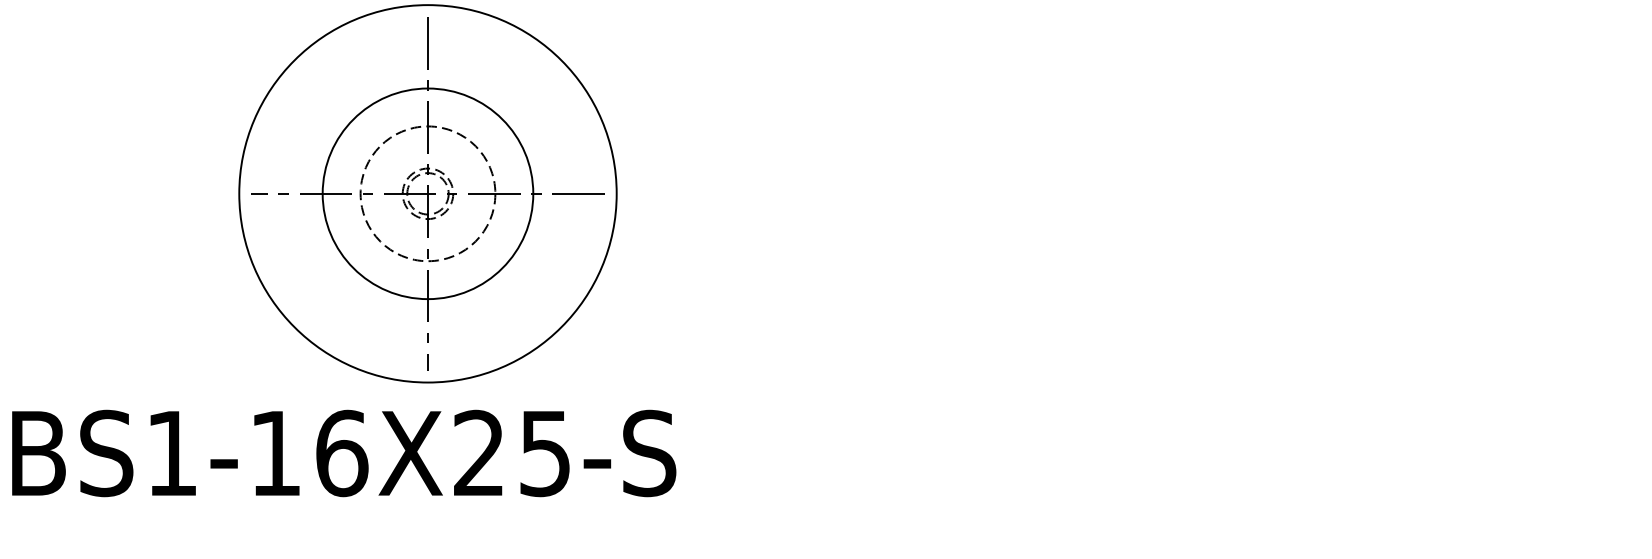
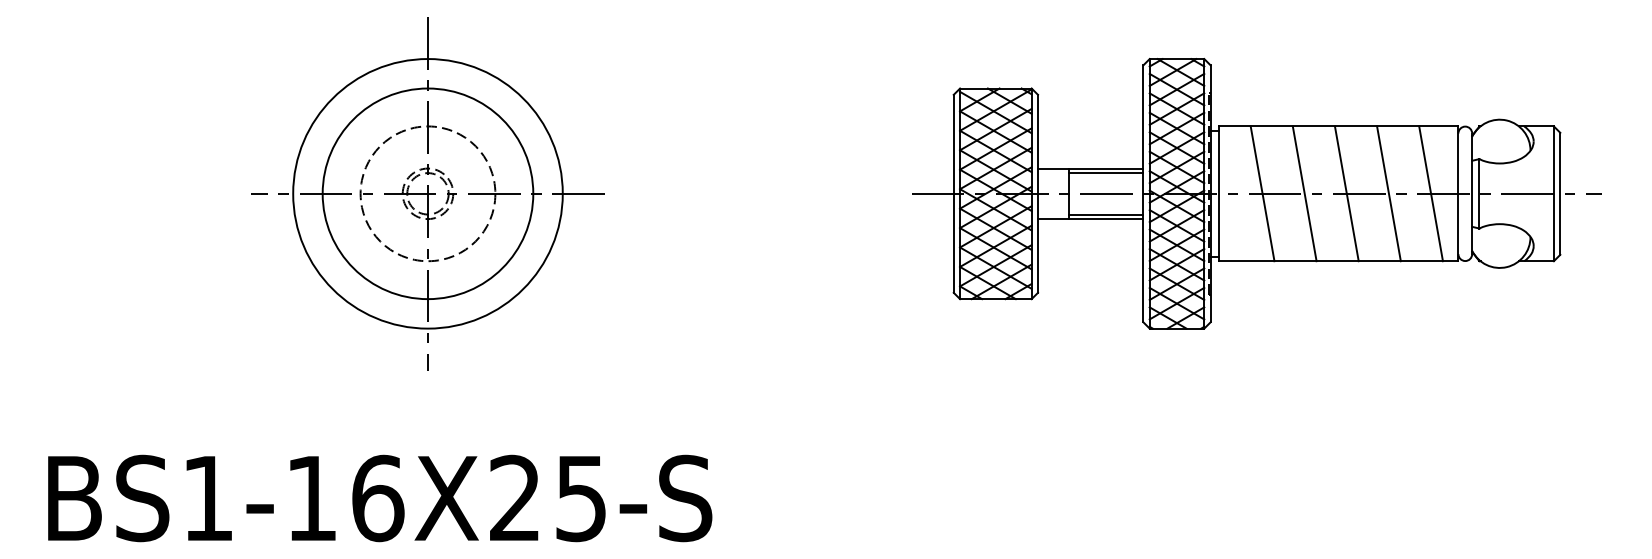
circle at (427, 193) diameter: 377 px -> 270 px
part at (1256, 193): none -> present
text at (344, 453) position: (344, 453) -> (380, 498)
